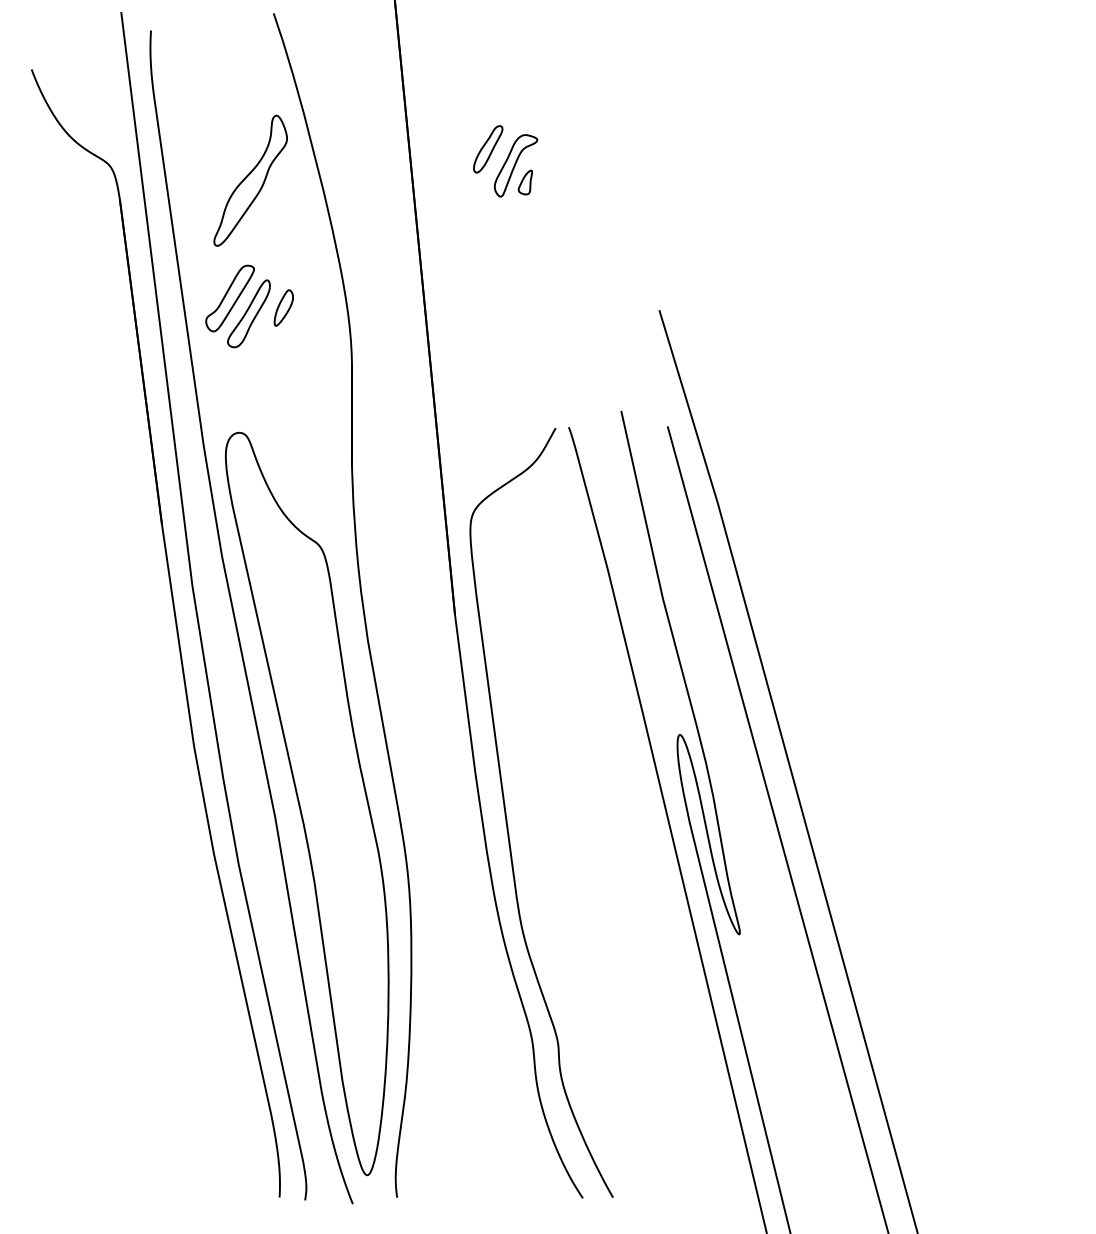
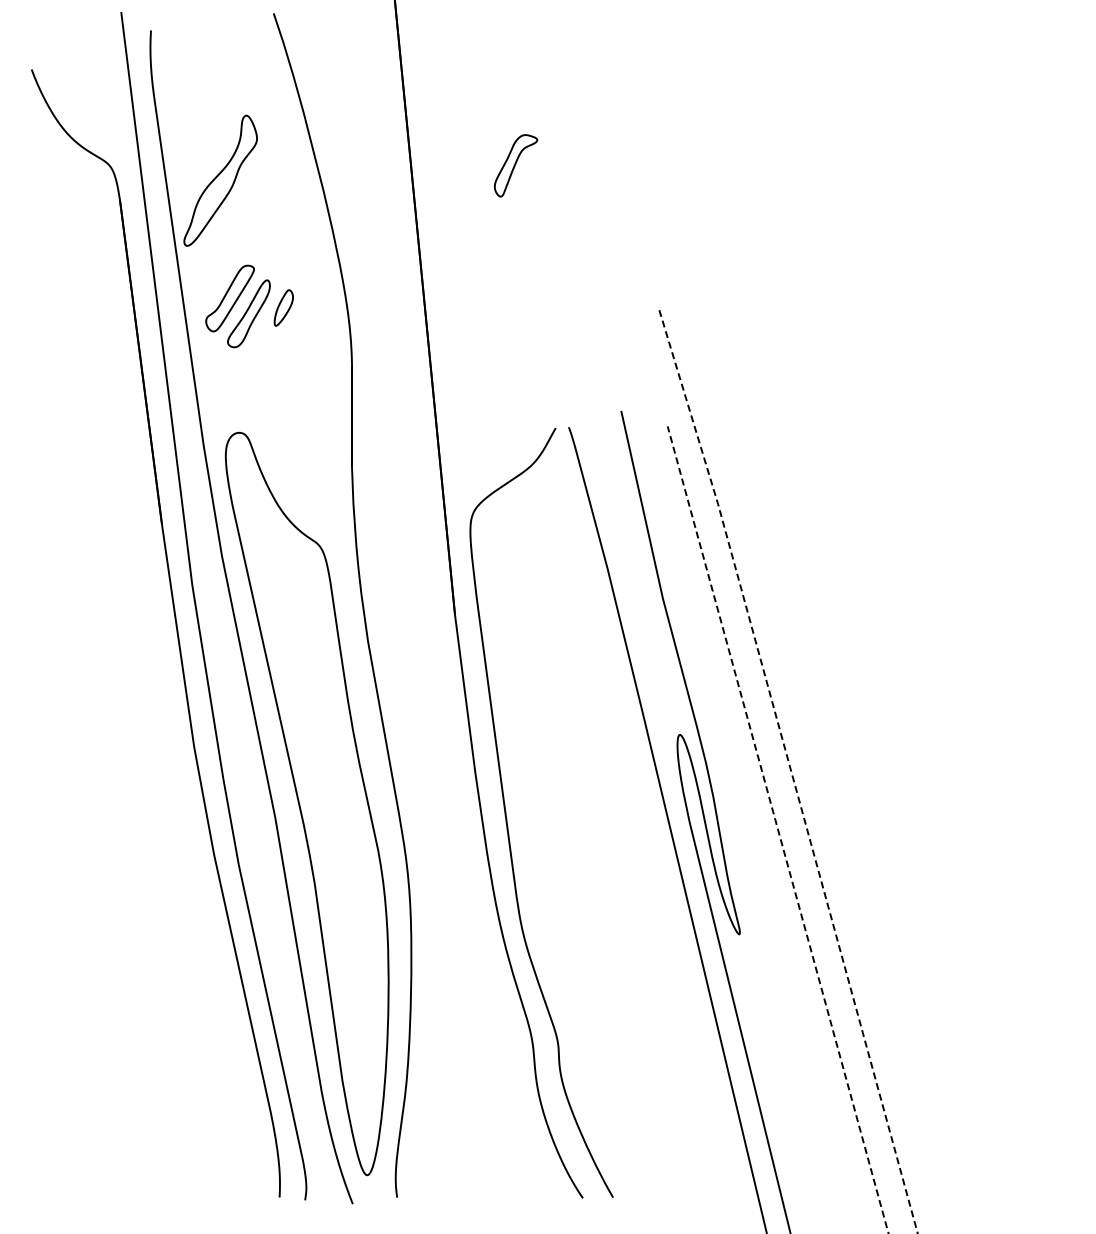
part at (488, 149): present -> none
part at (250, 180) position: (250, 180) -> (220, 180)
part at (524, 182): present -> none
line at (790, 770): solid -> dashed
line at (777, 829): solid -> dashed
